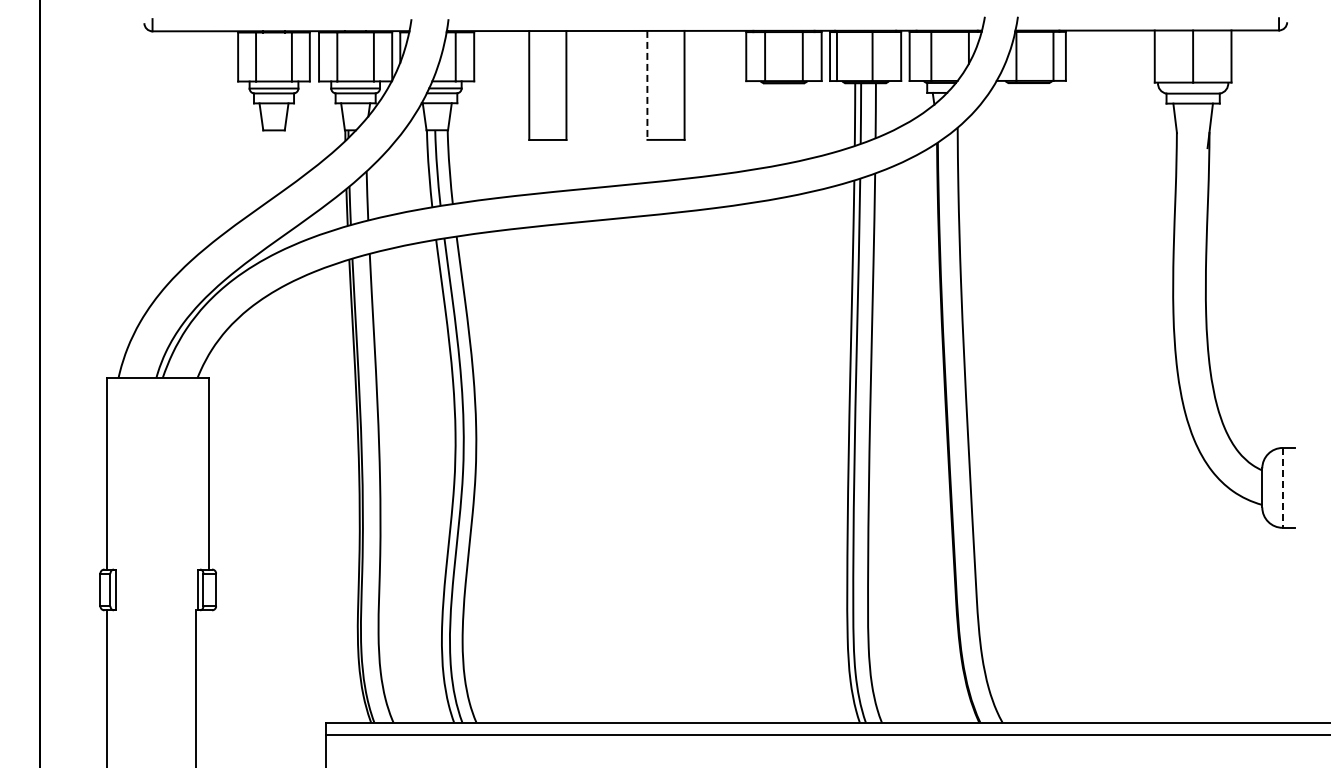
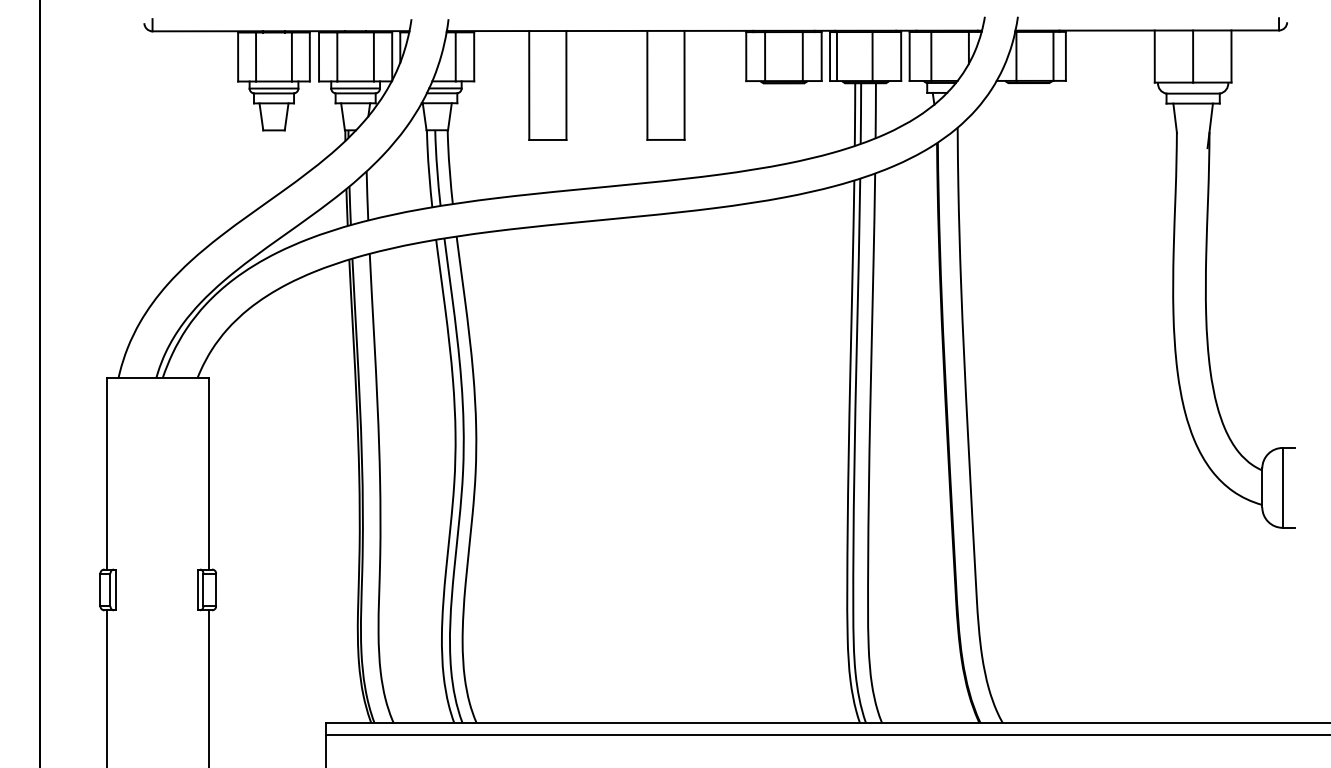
line at (647, 85): dashed -> solid
line at (1282, 487): dashed -> solid
line at (196, 687) position: (196, 687) -> (209, 687)
